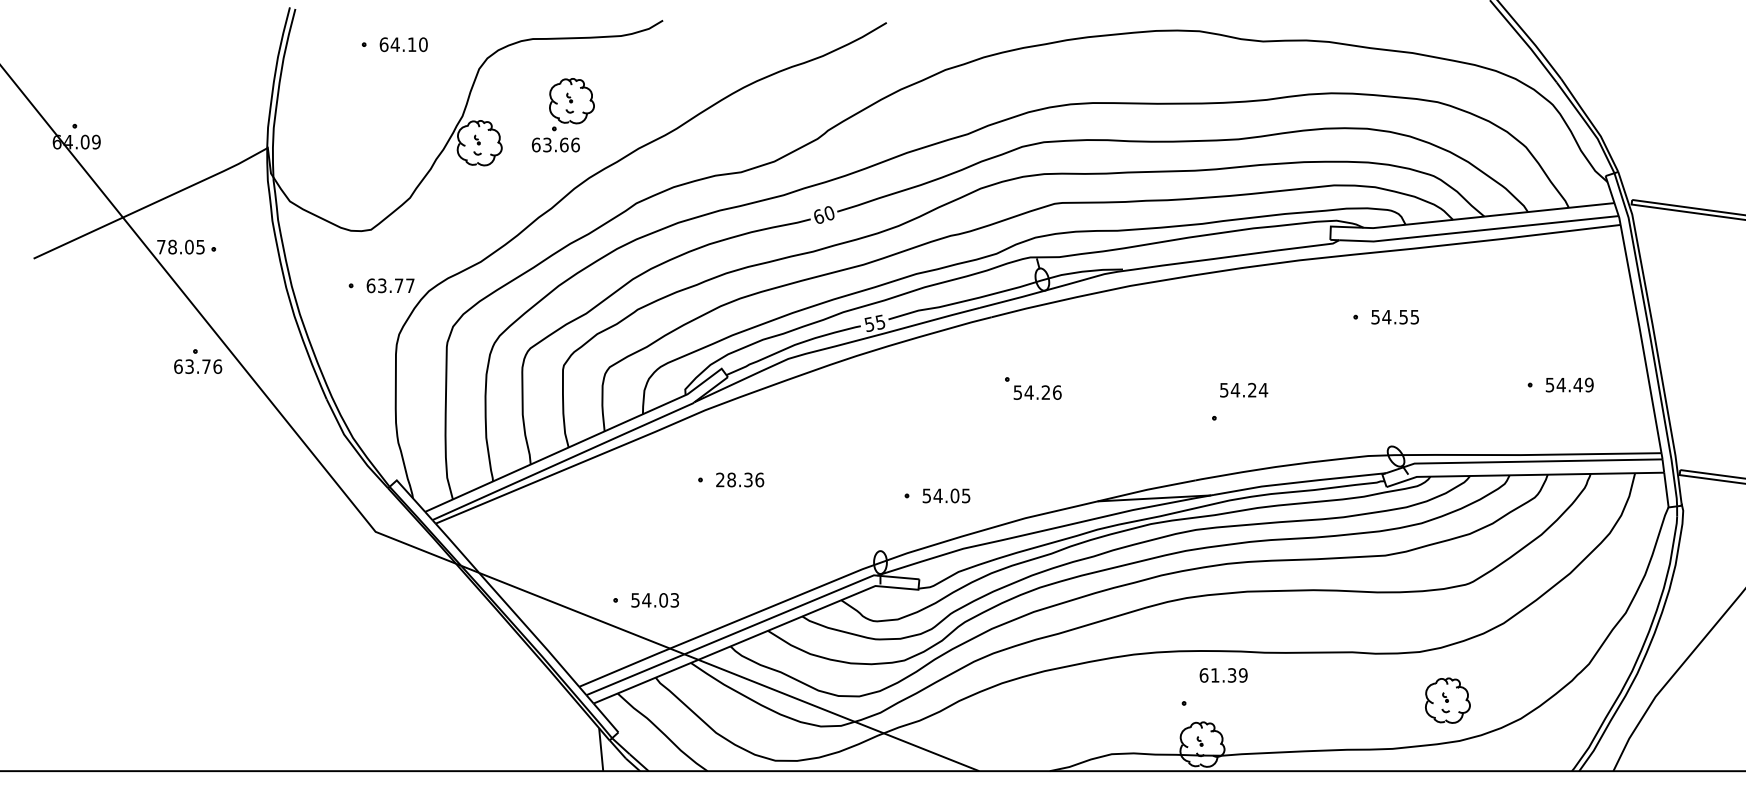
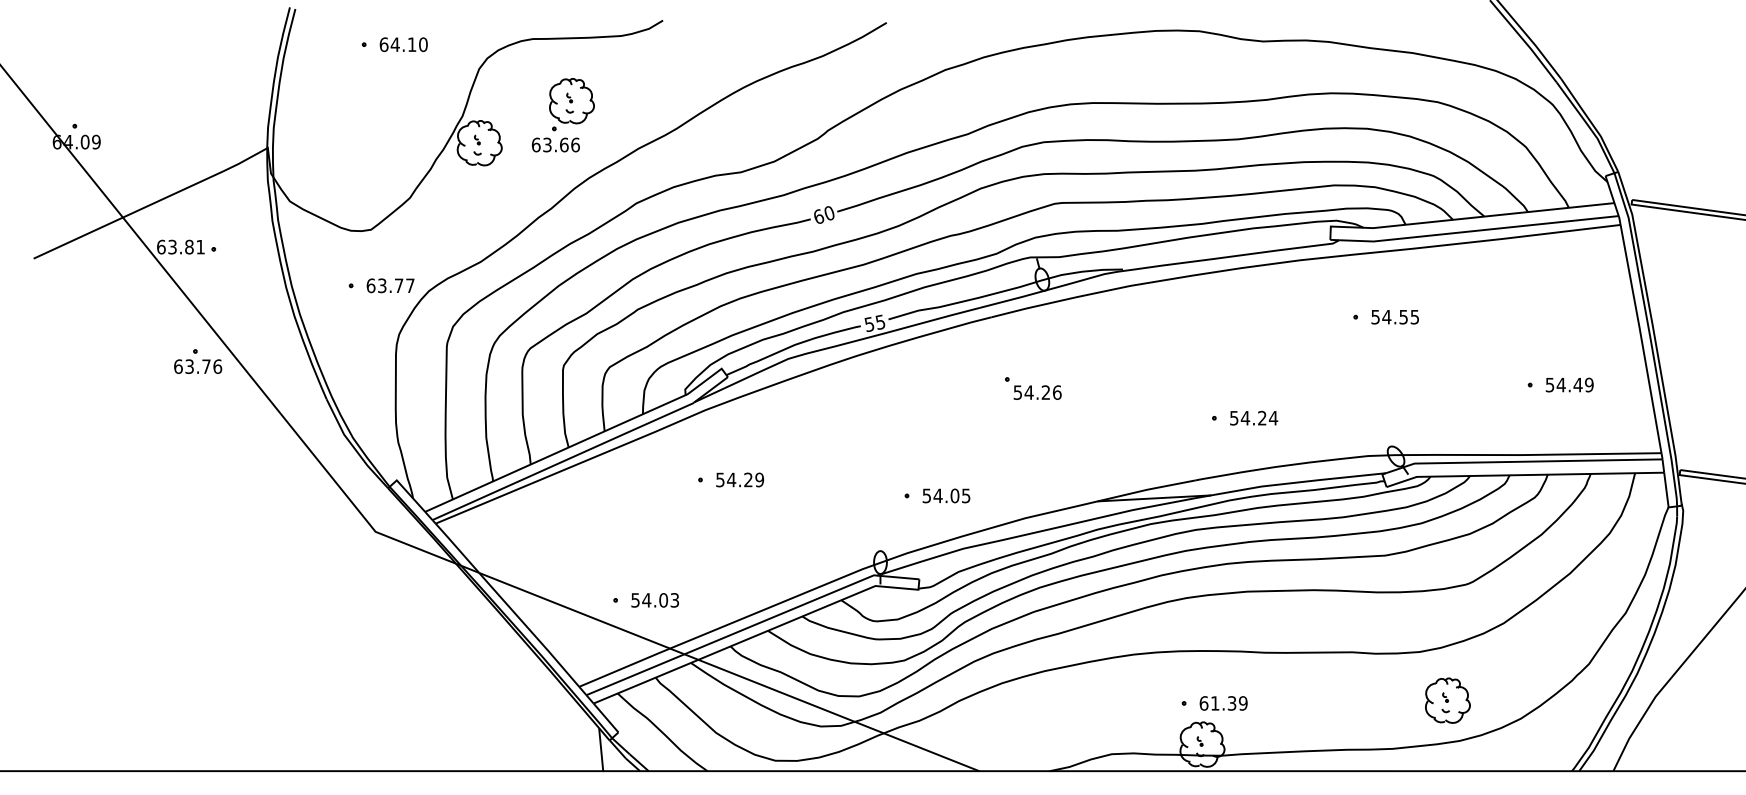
text at (180, 246): 78.05 -> 63.81
text at (1244, 389) position: (1244, 389) -> (1254, 417)
text at (740, 479): 28.36 -> 54.29
text at (1223, 675) position: (1223, 675) -> (1223, 703)
